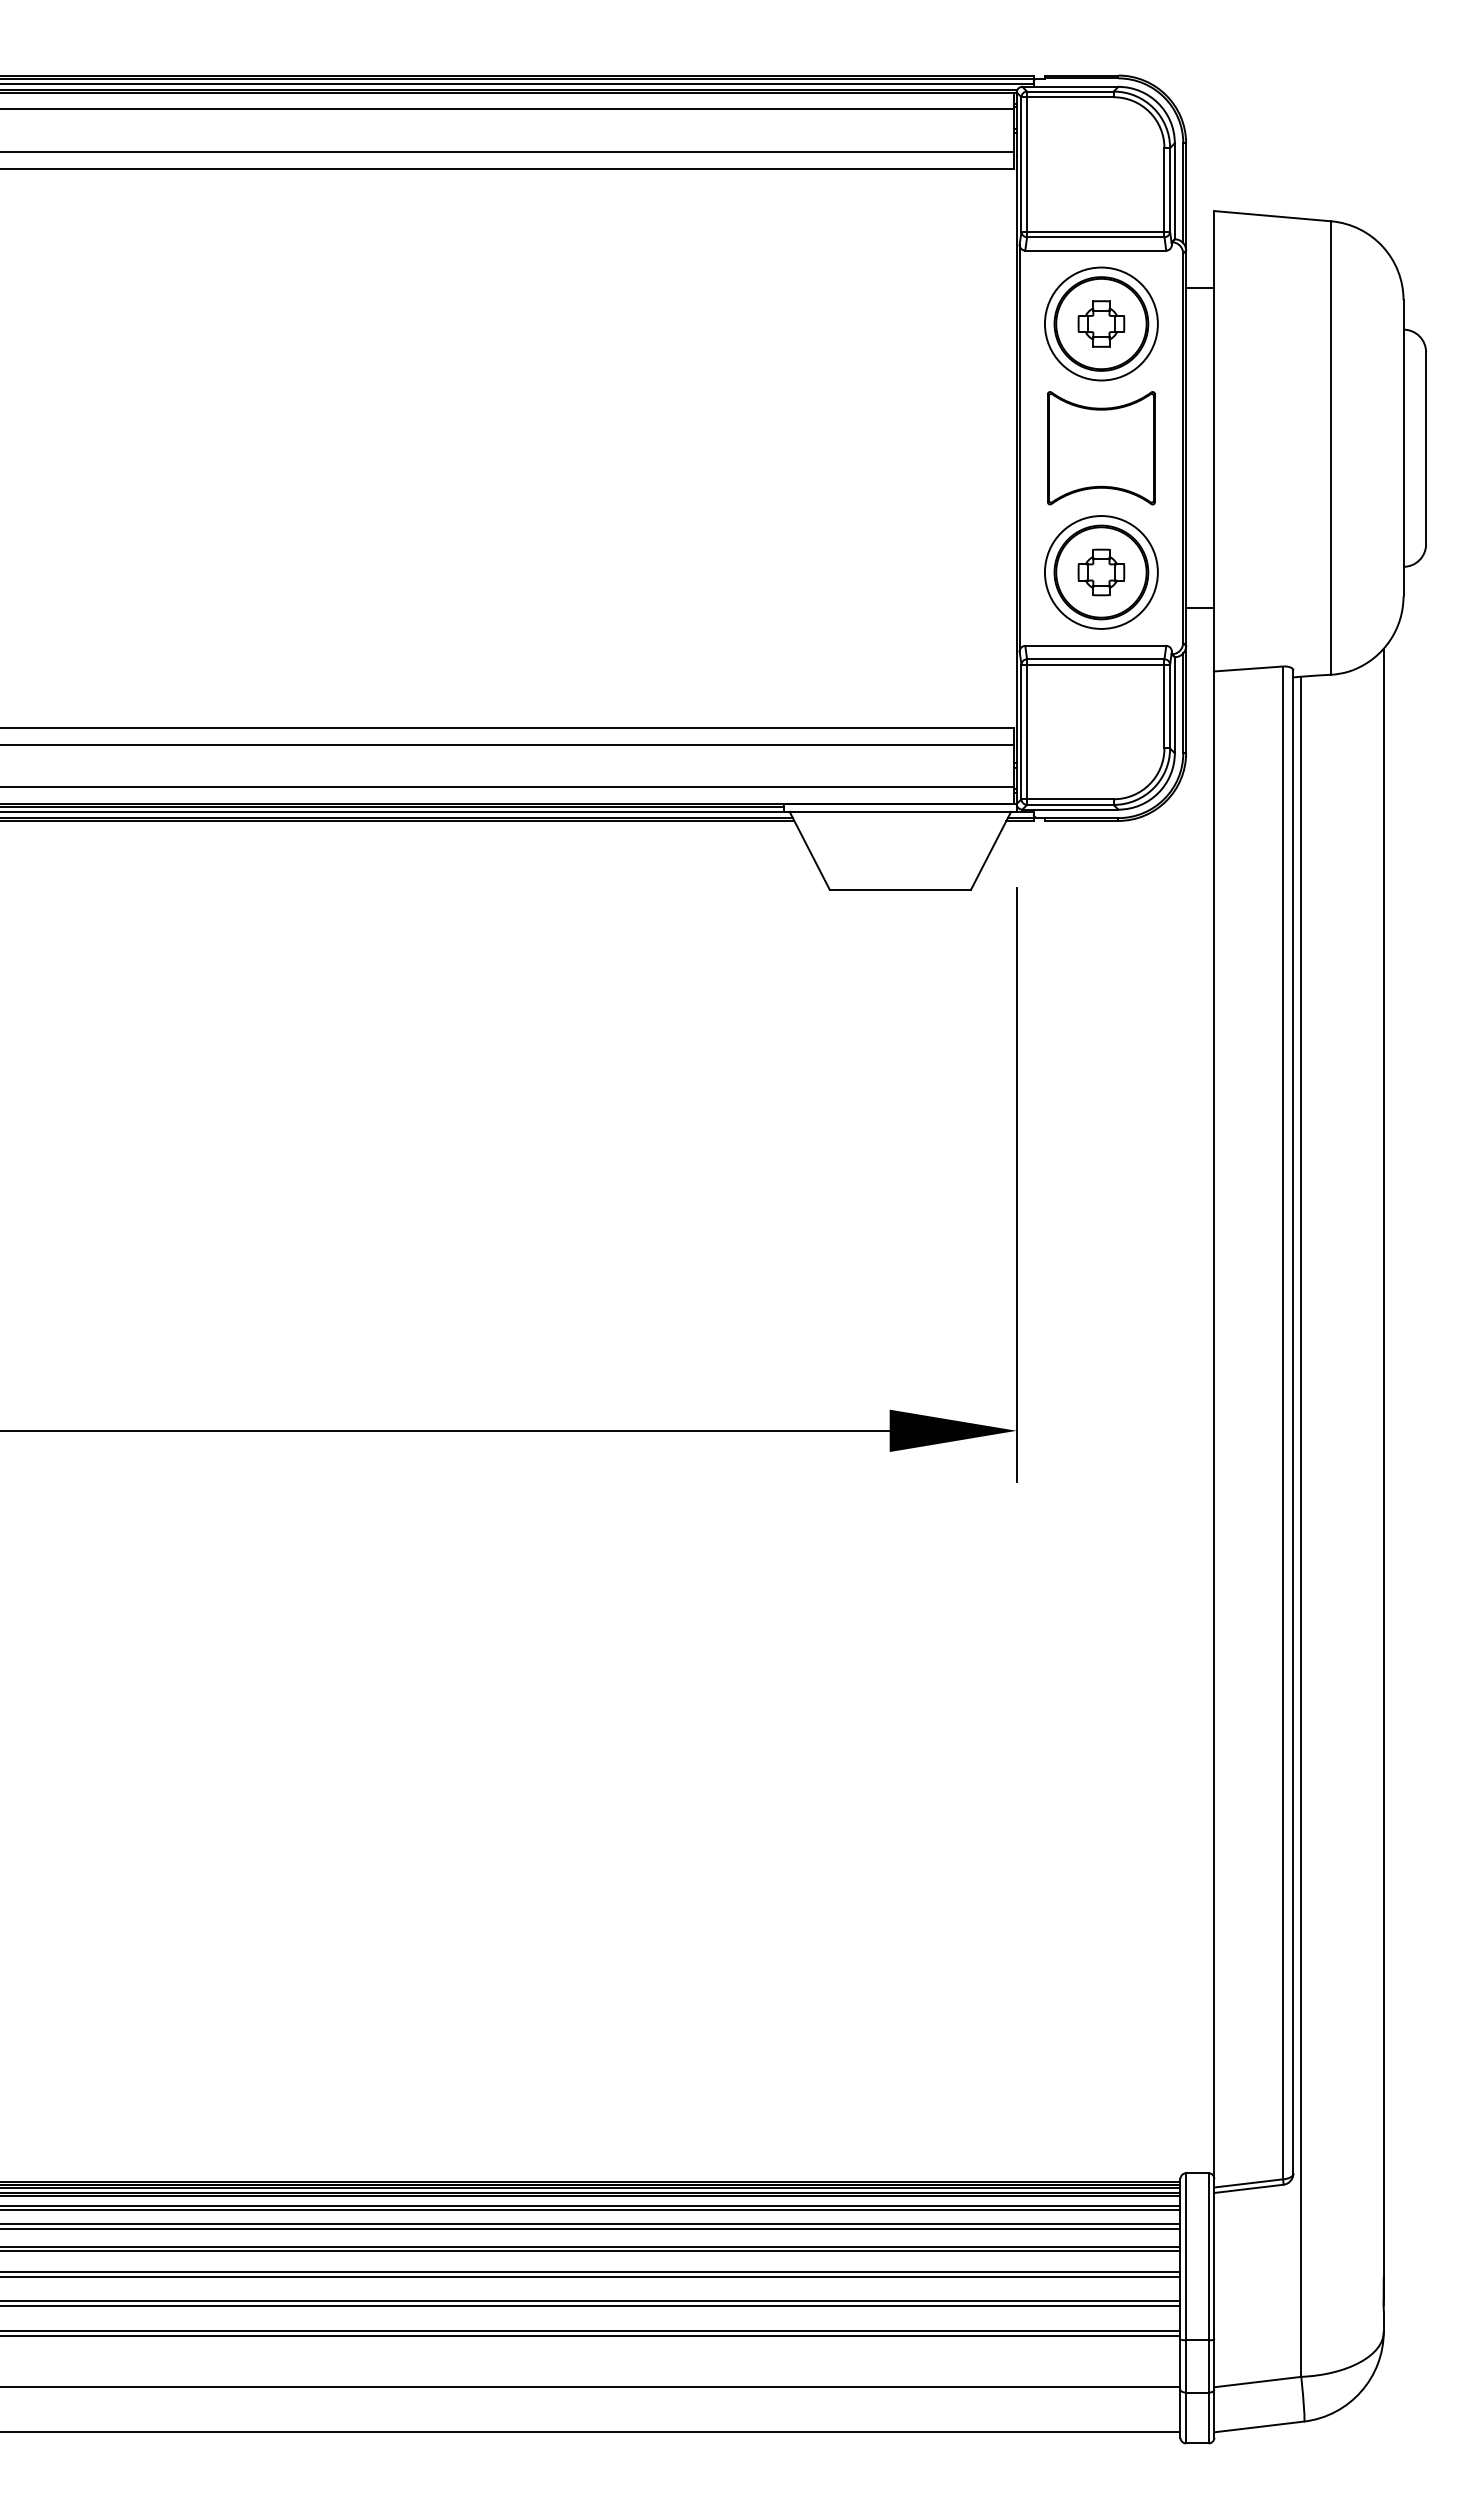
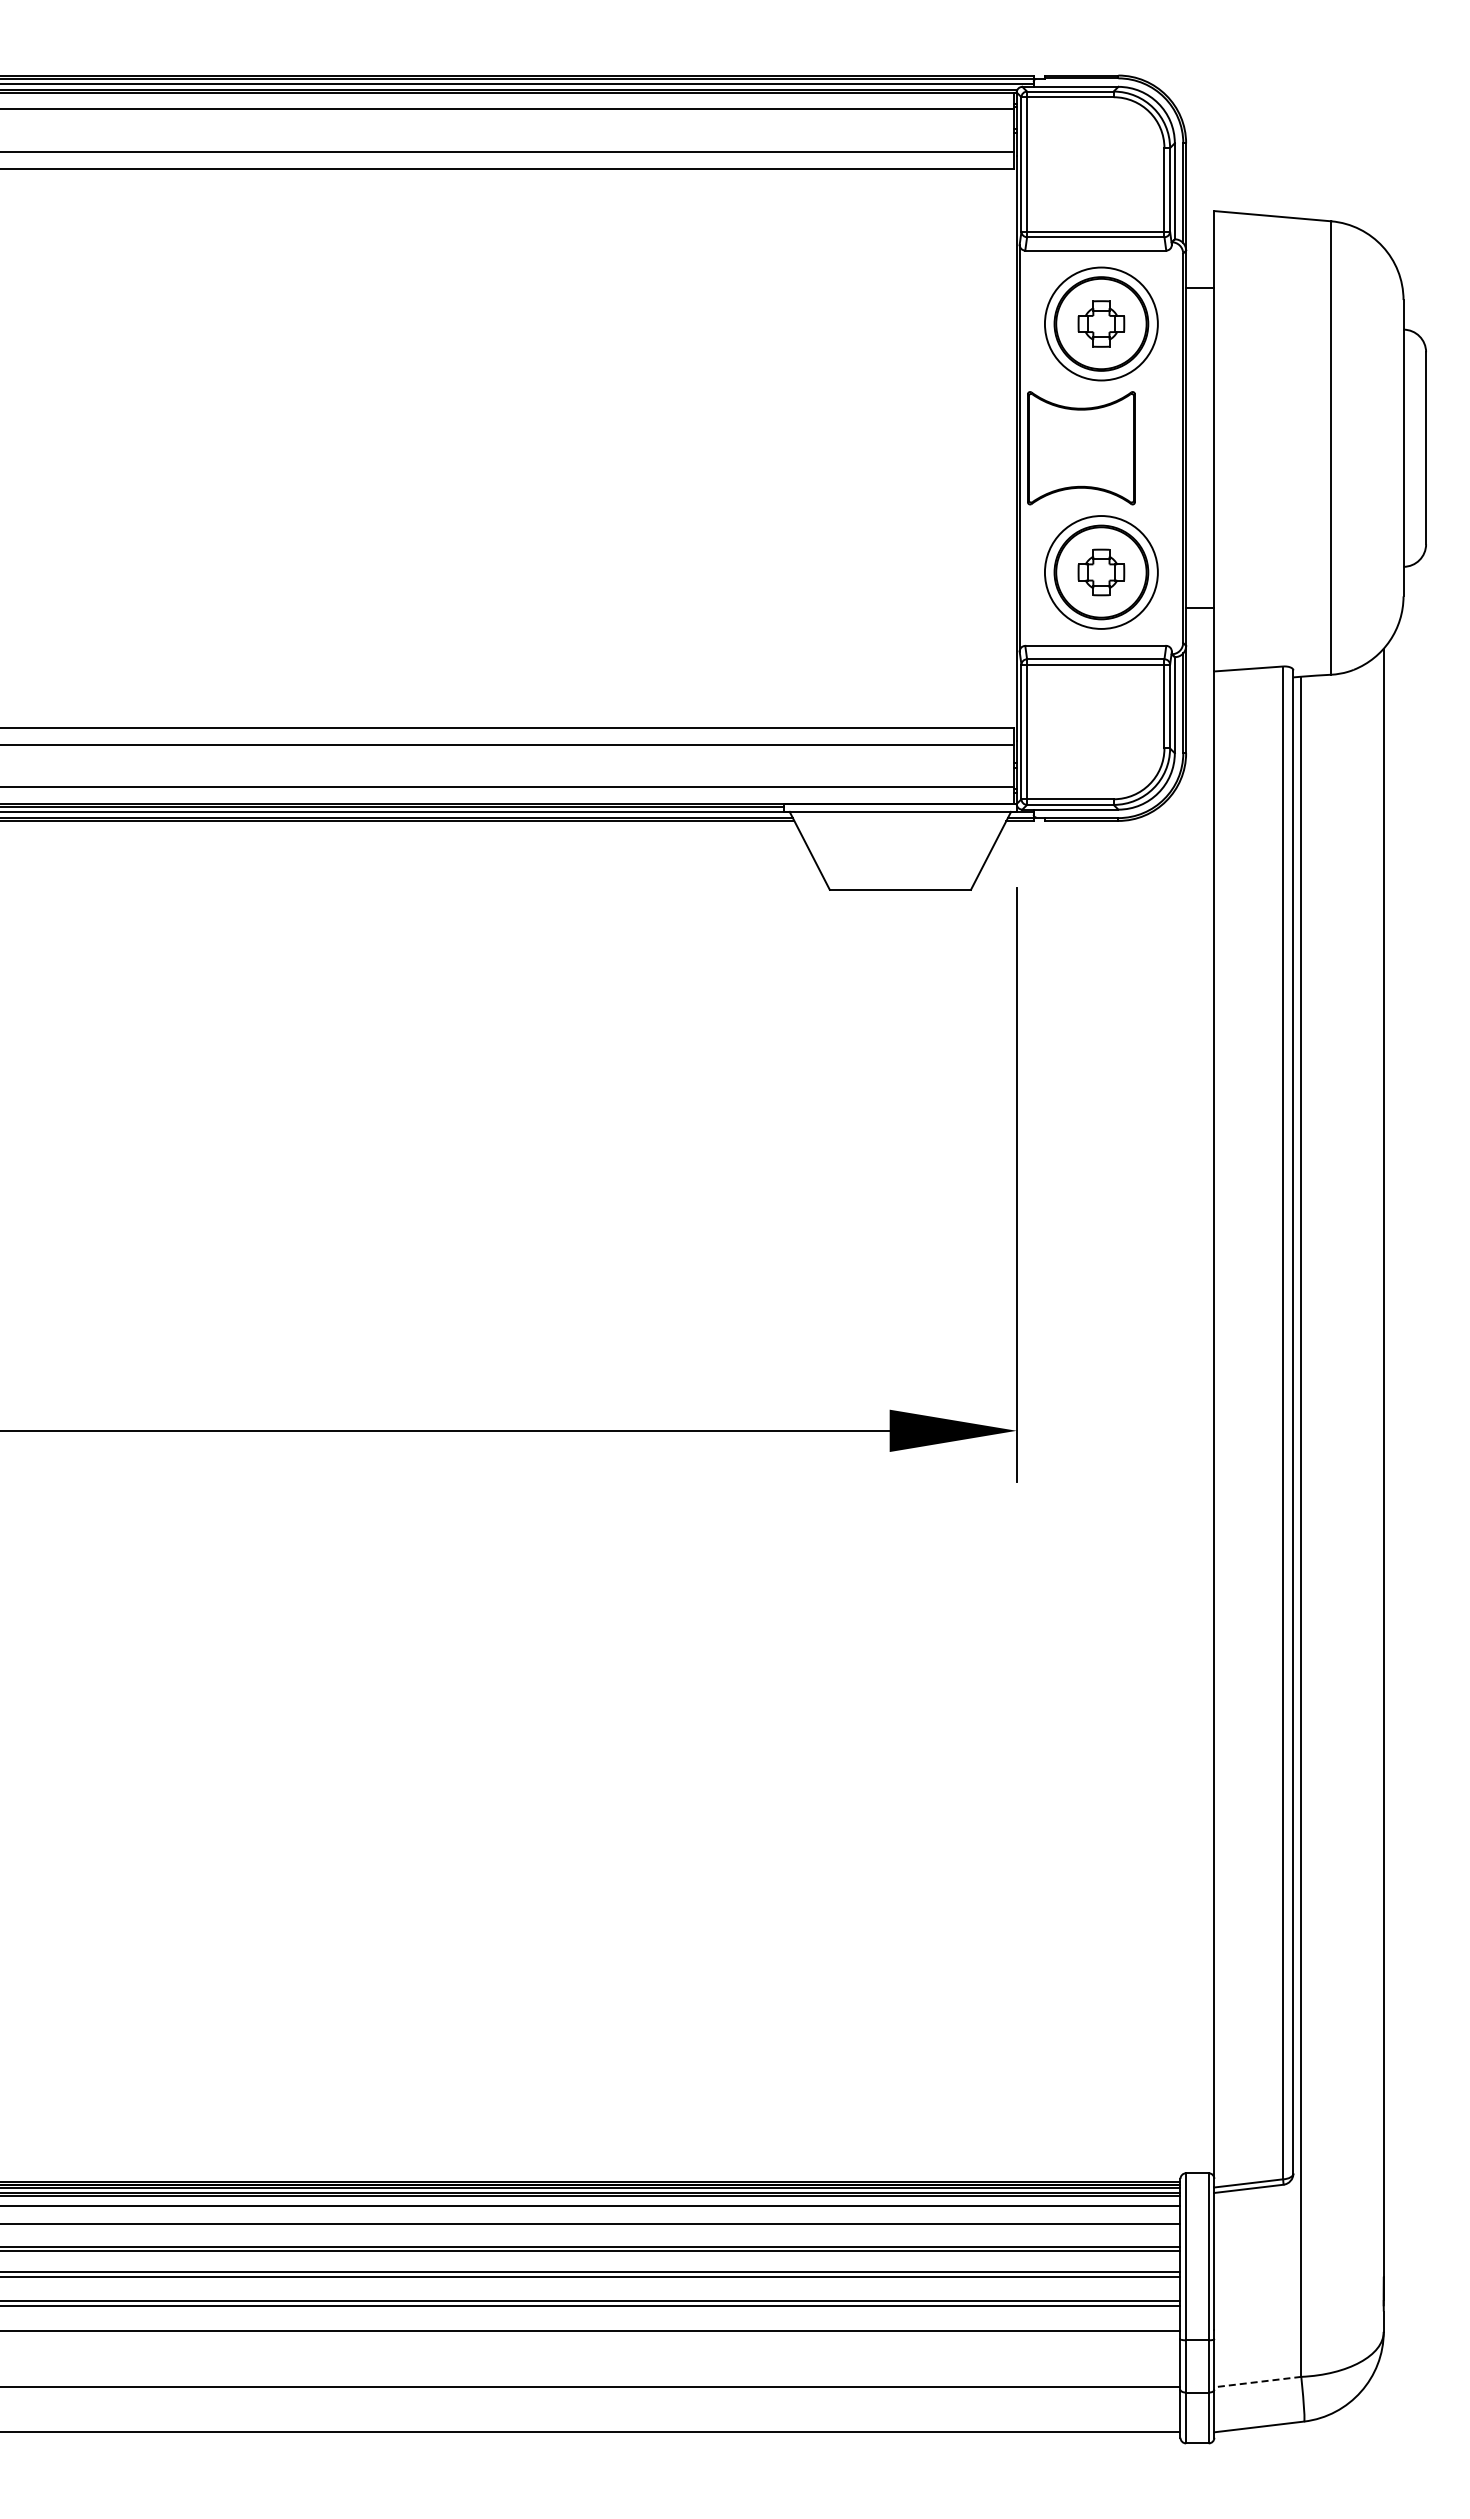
part at (1101, 448) position: (1101, 448) -> (1081, 448)
line at (591, 2210): present -> none
line at (591, 2228): present -> none
line at (591, 2335): present -> none
line at (1257, 2382): solid -> dashed
